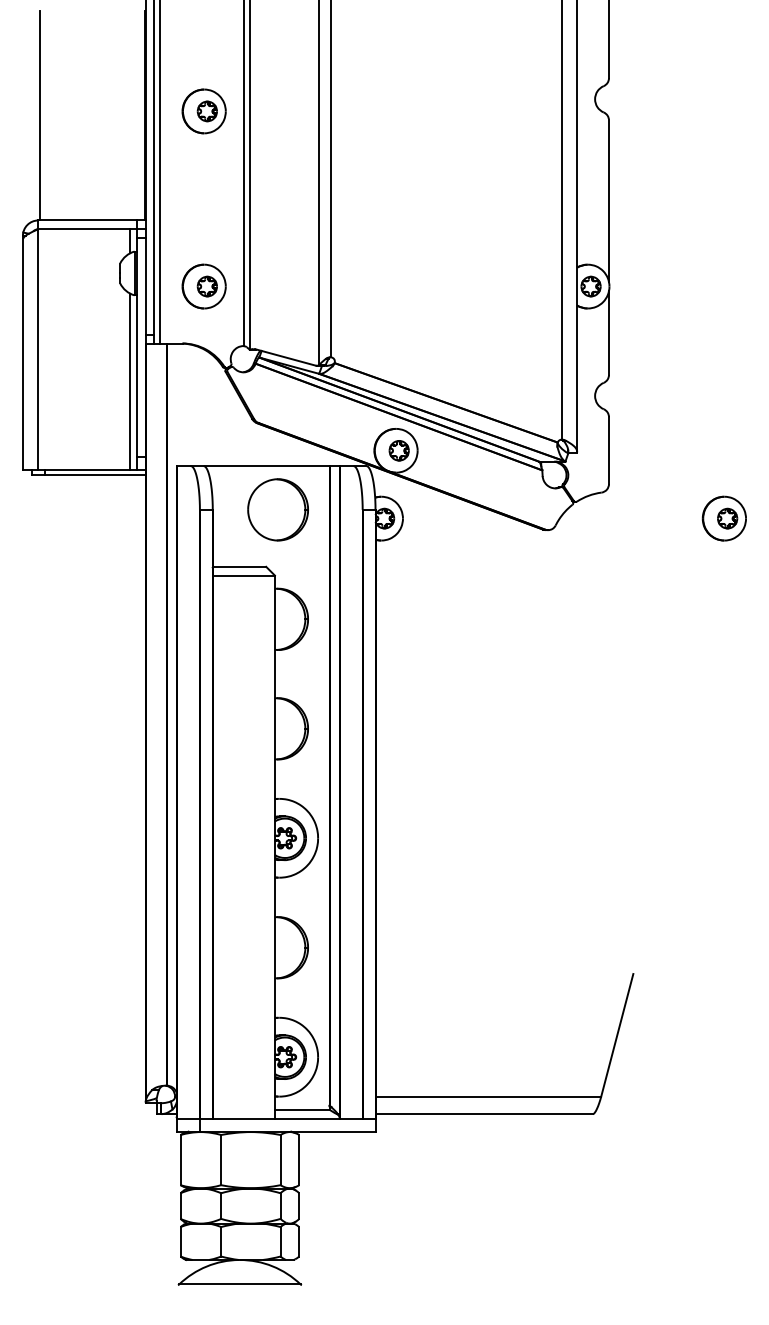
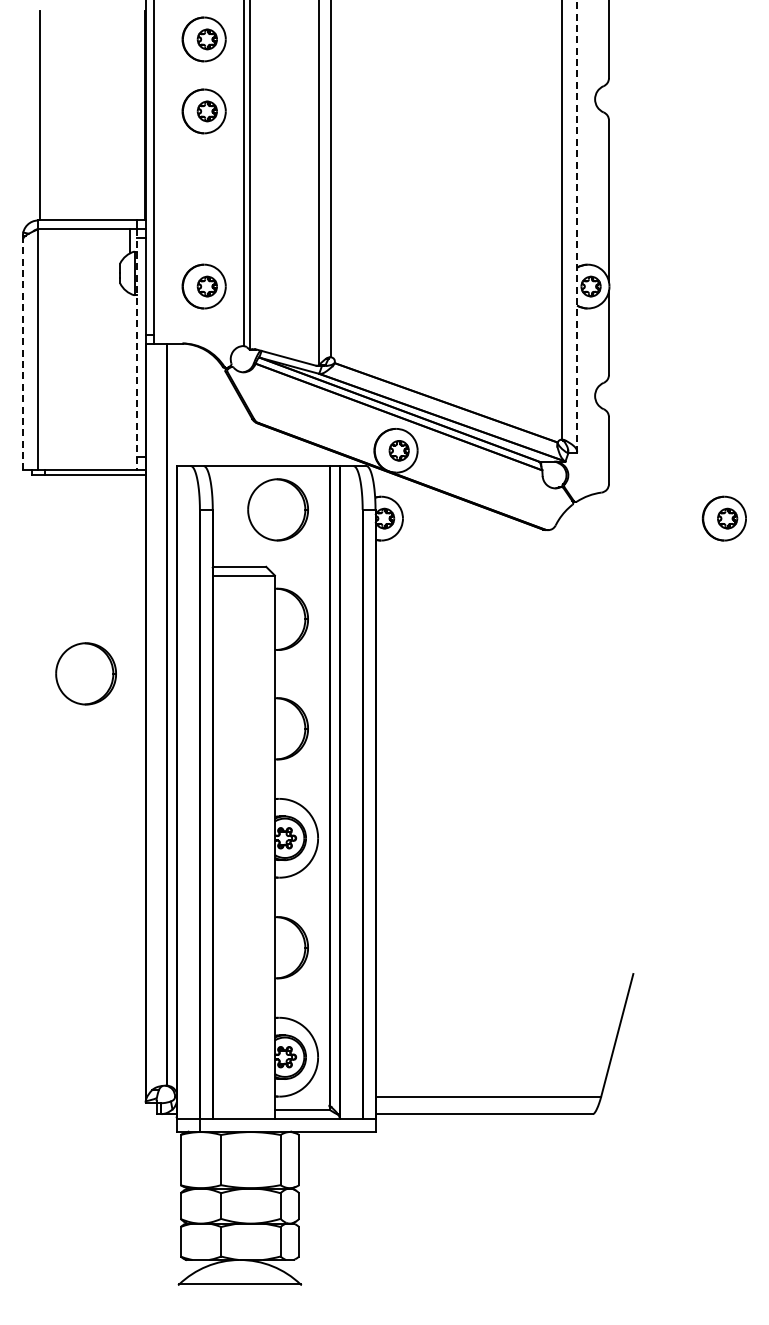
part at (203, 39): none -> present
line at (159, 172): present -> none
line at (577, 226): solid -> dashed
line at (136, 349): solid -> dashed
line at (22, 352): solid -> dashed
line at (130, 381): present -> none
part at (85, 673): none -> present
